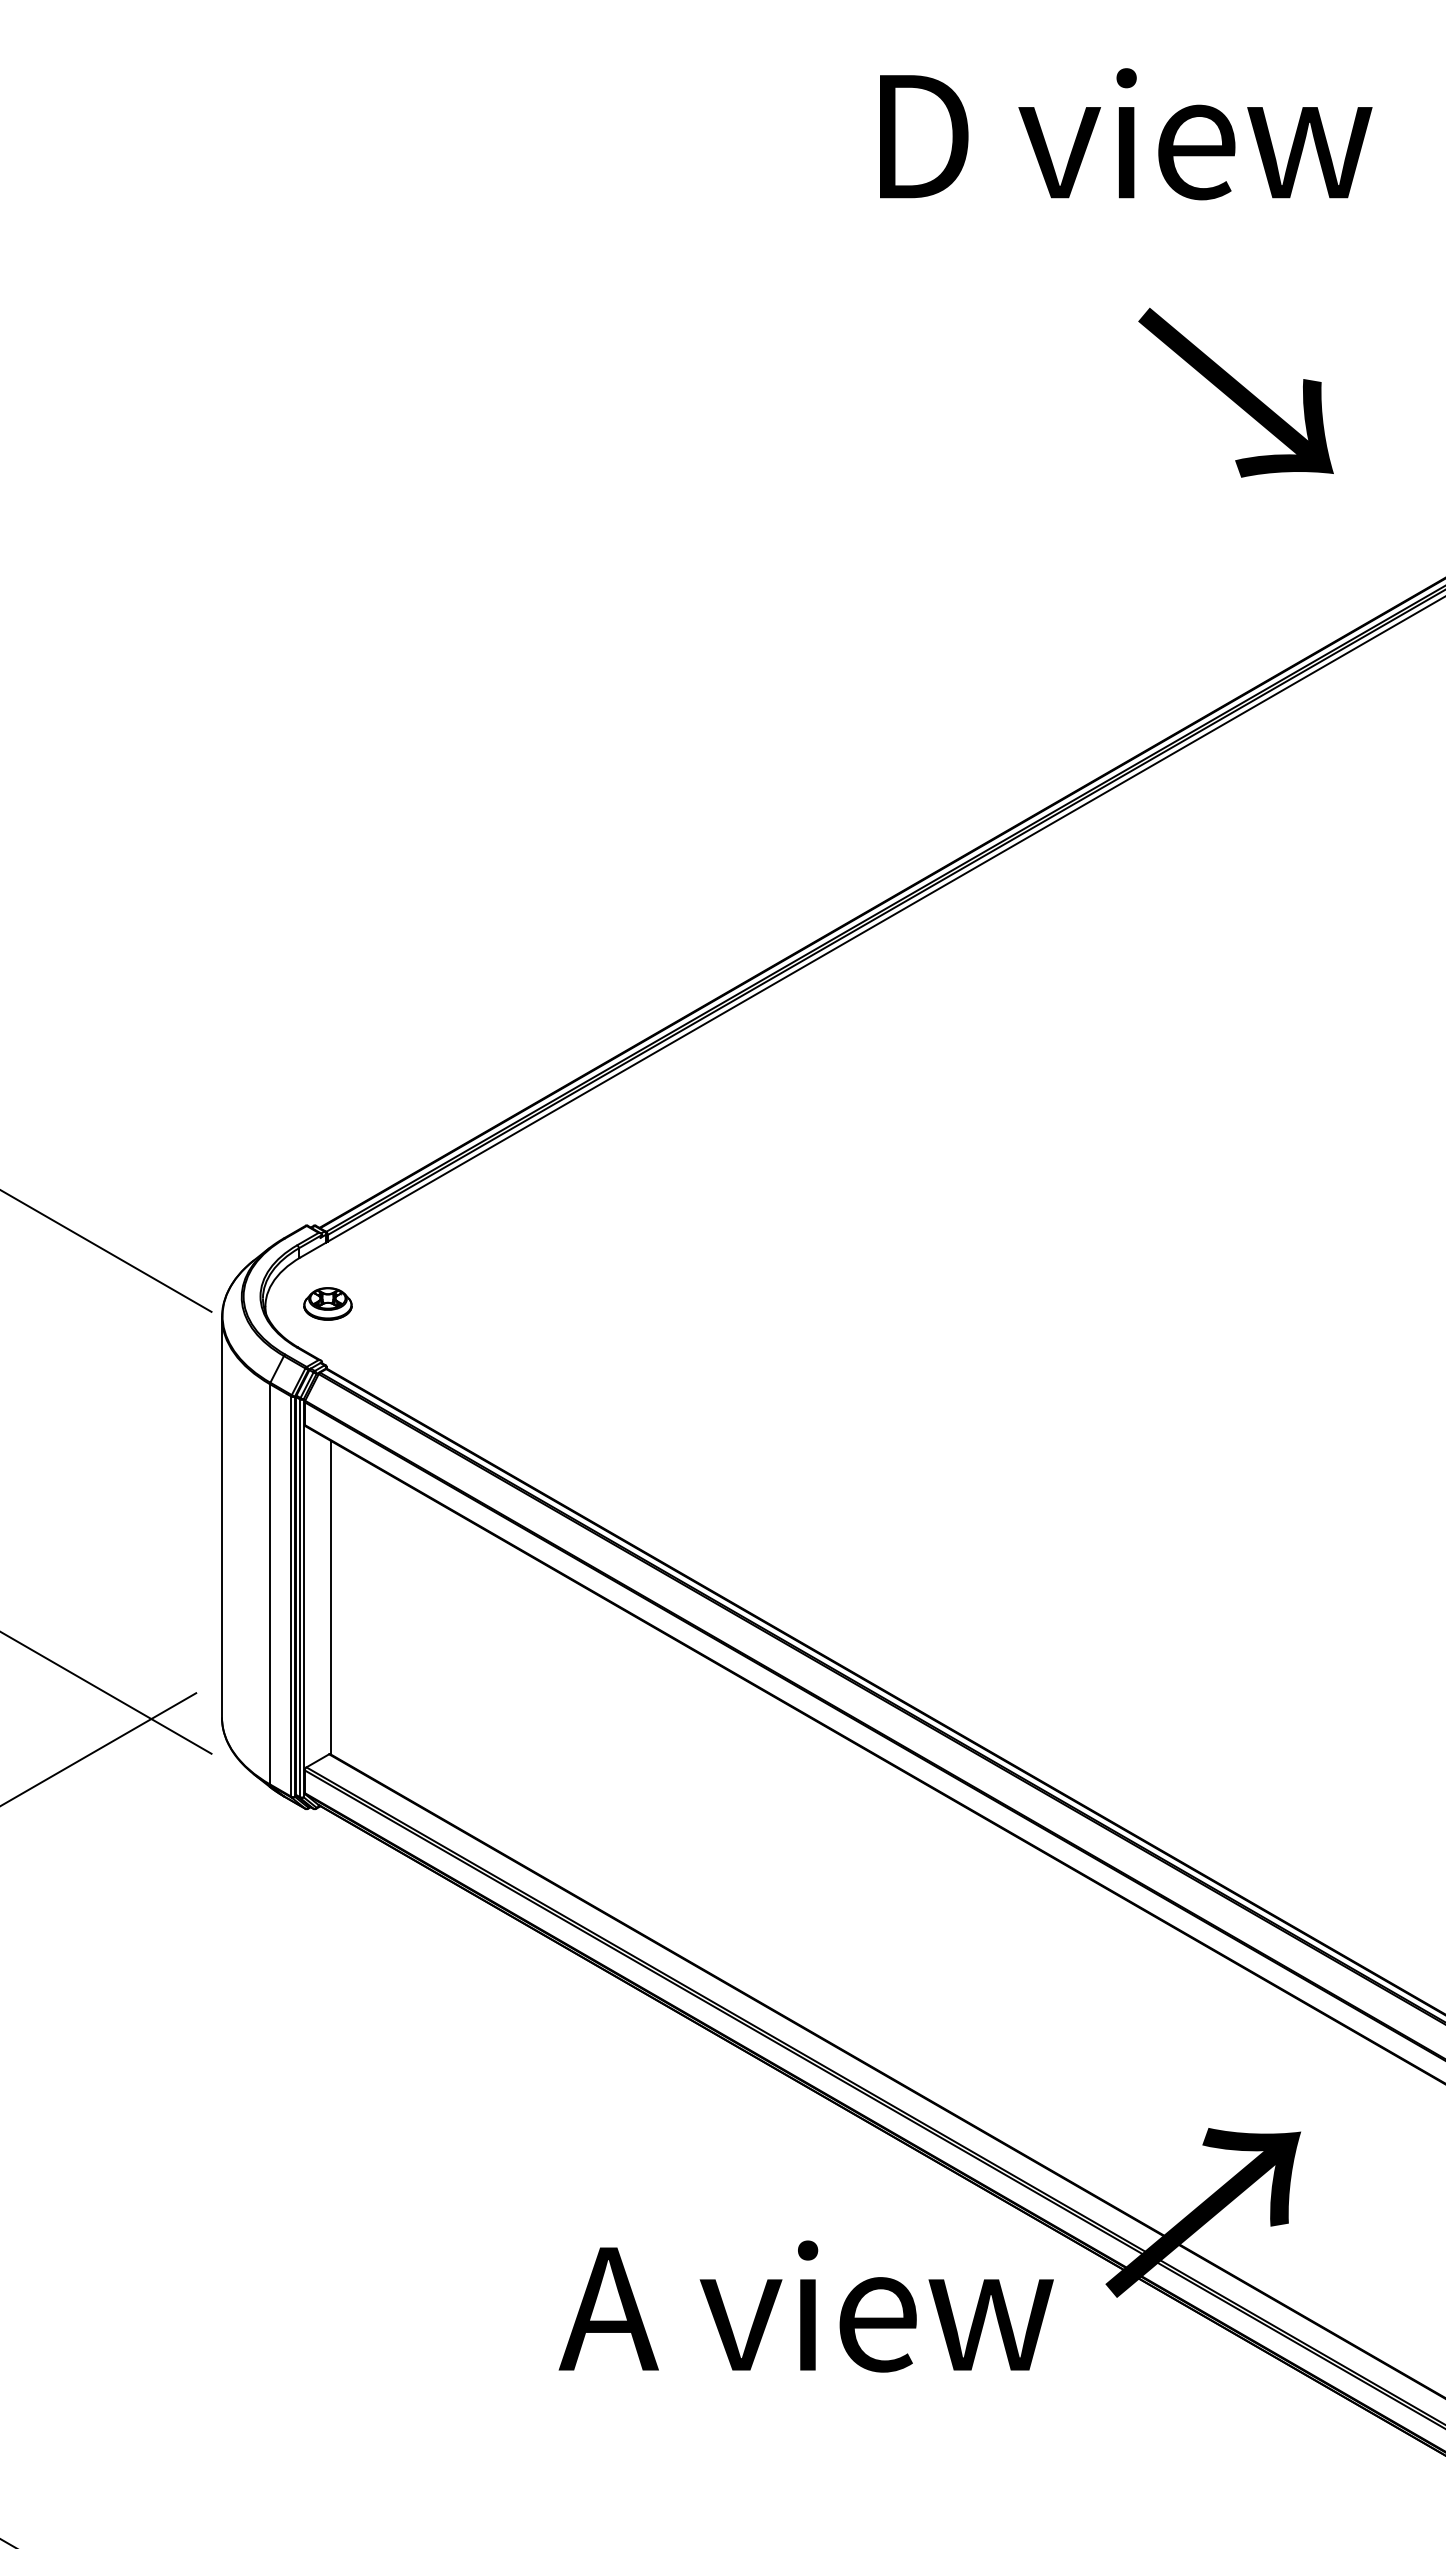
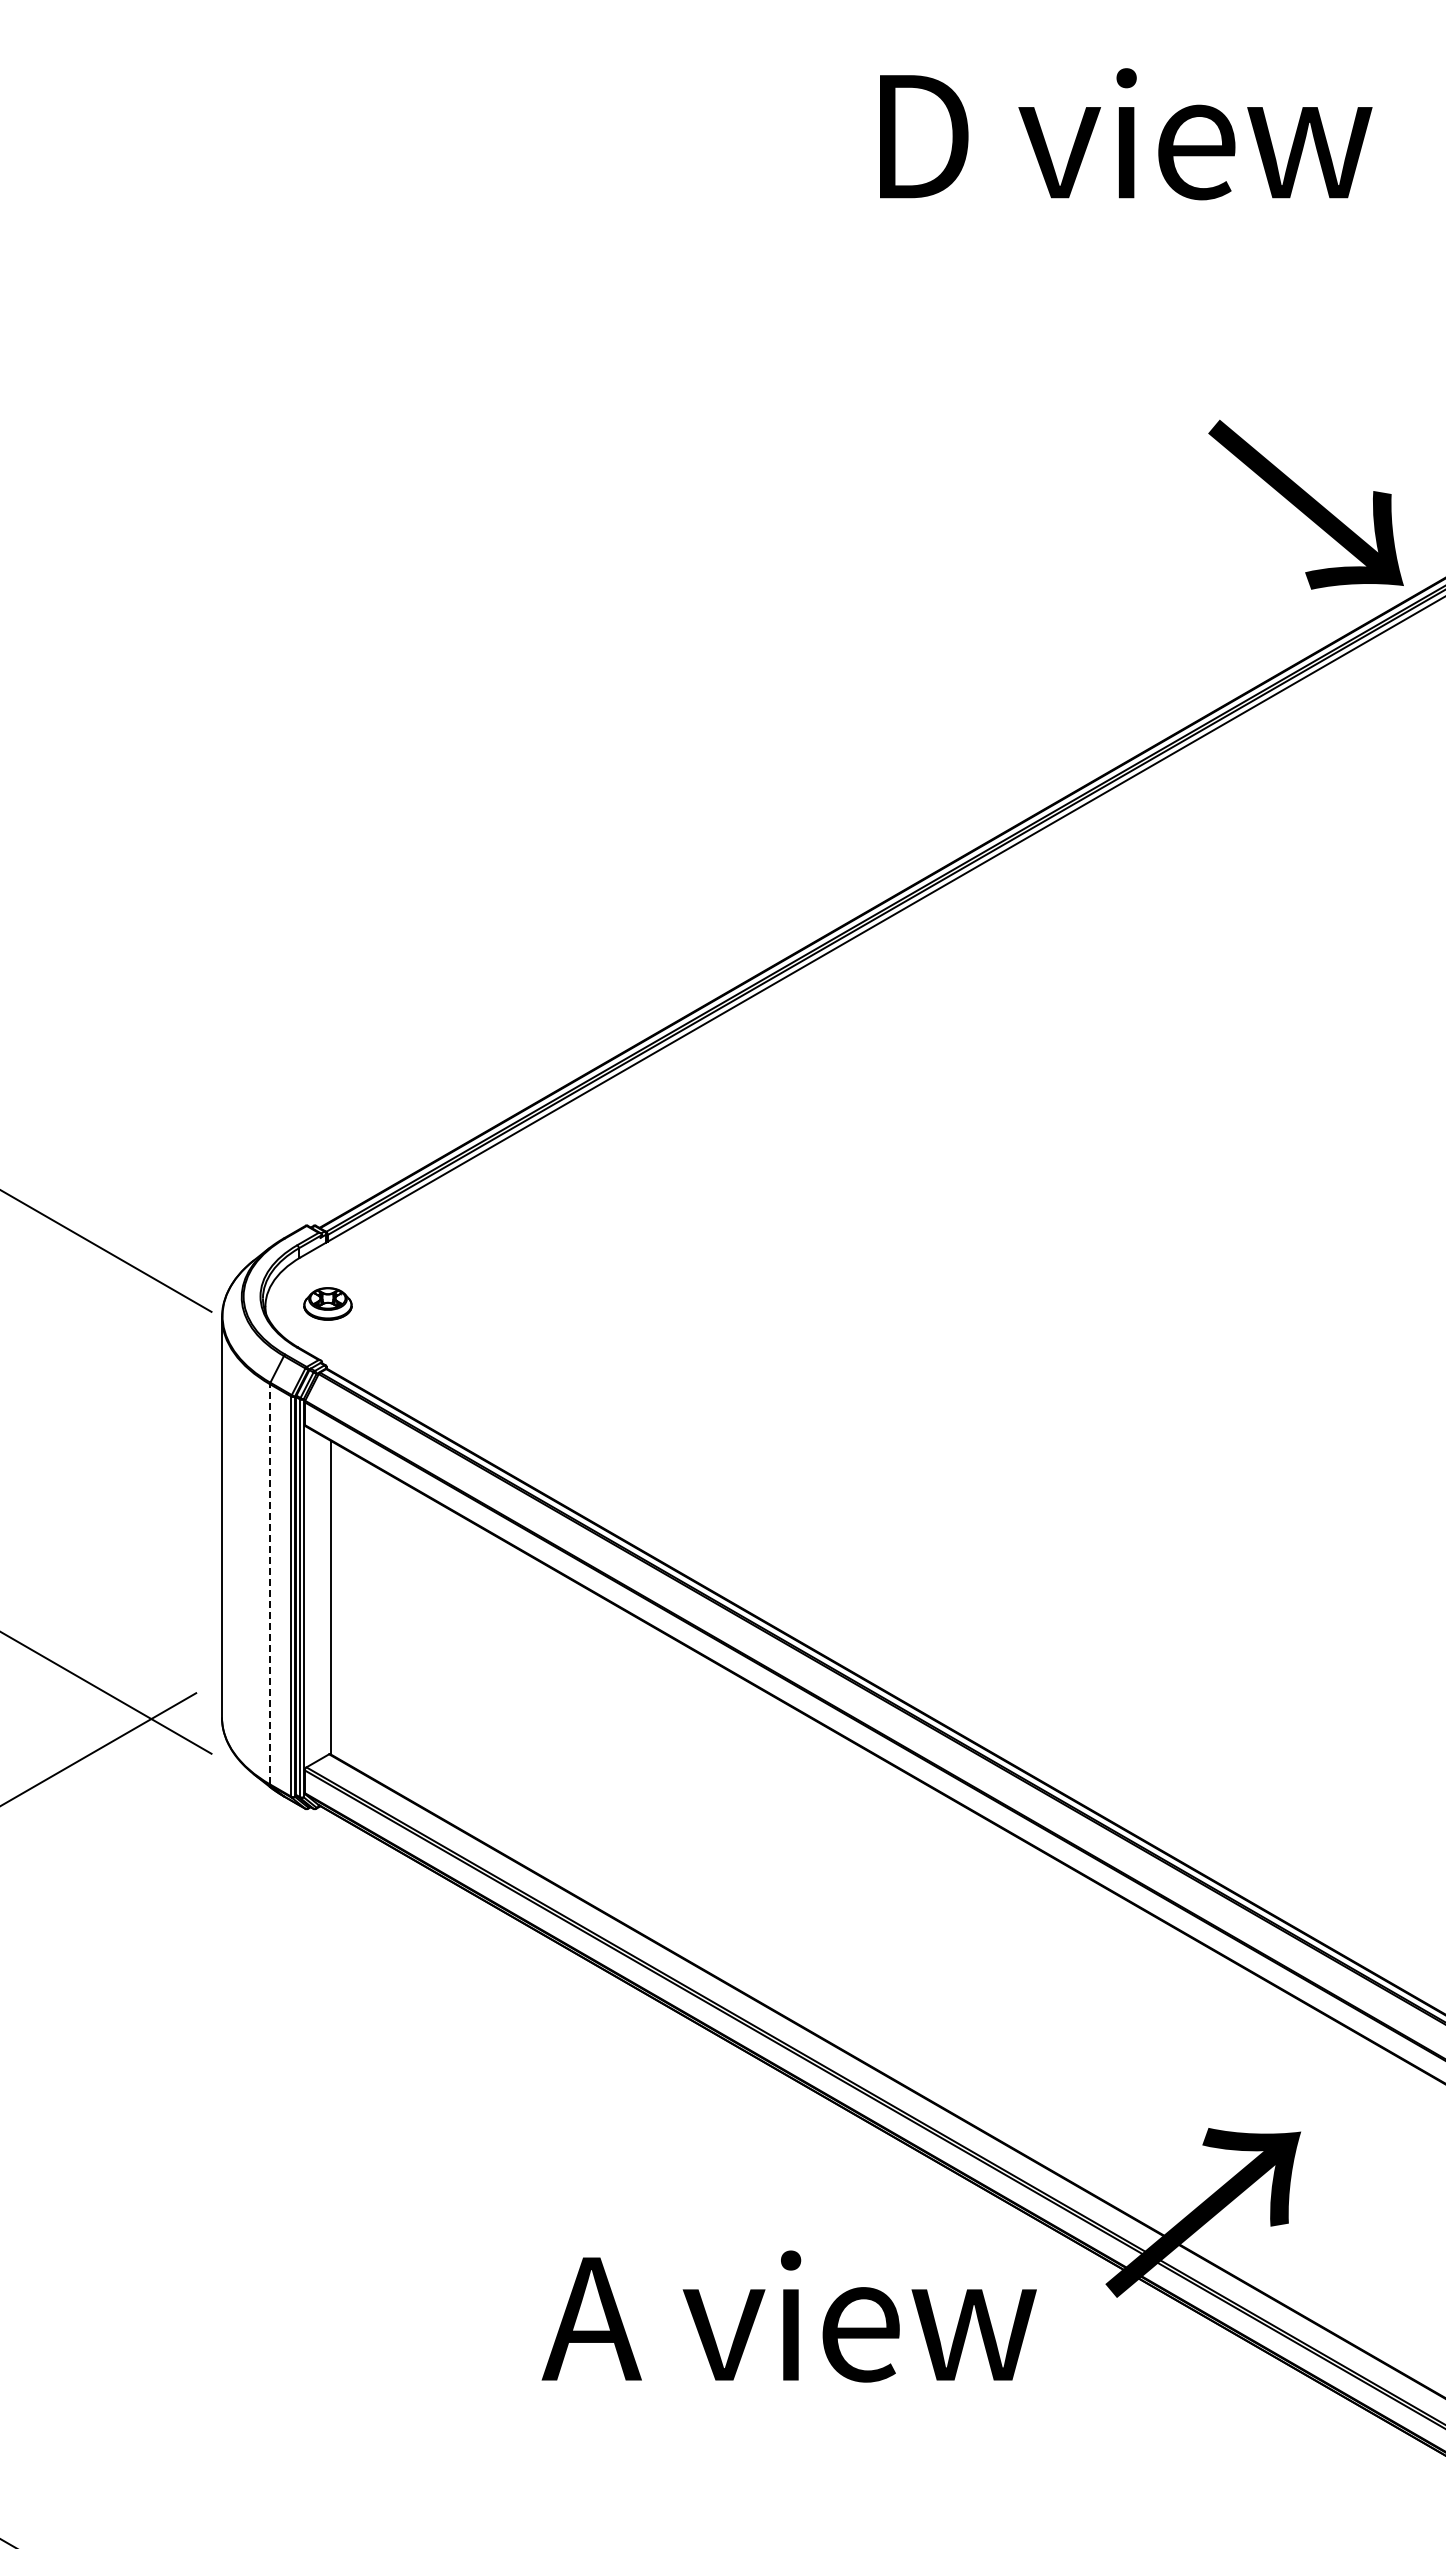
text at (1235, 392) position: (1235, 392) -> (1305, 504)
line at (270, 1583): solid -> dashed
text at (805, 2306) position: (805, 2306) -> (788, 2316)
